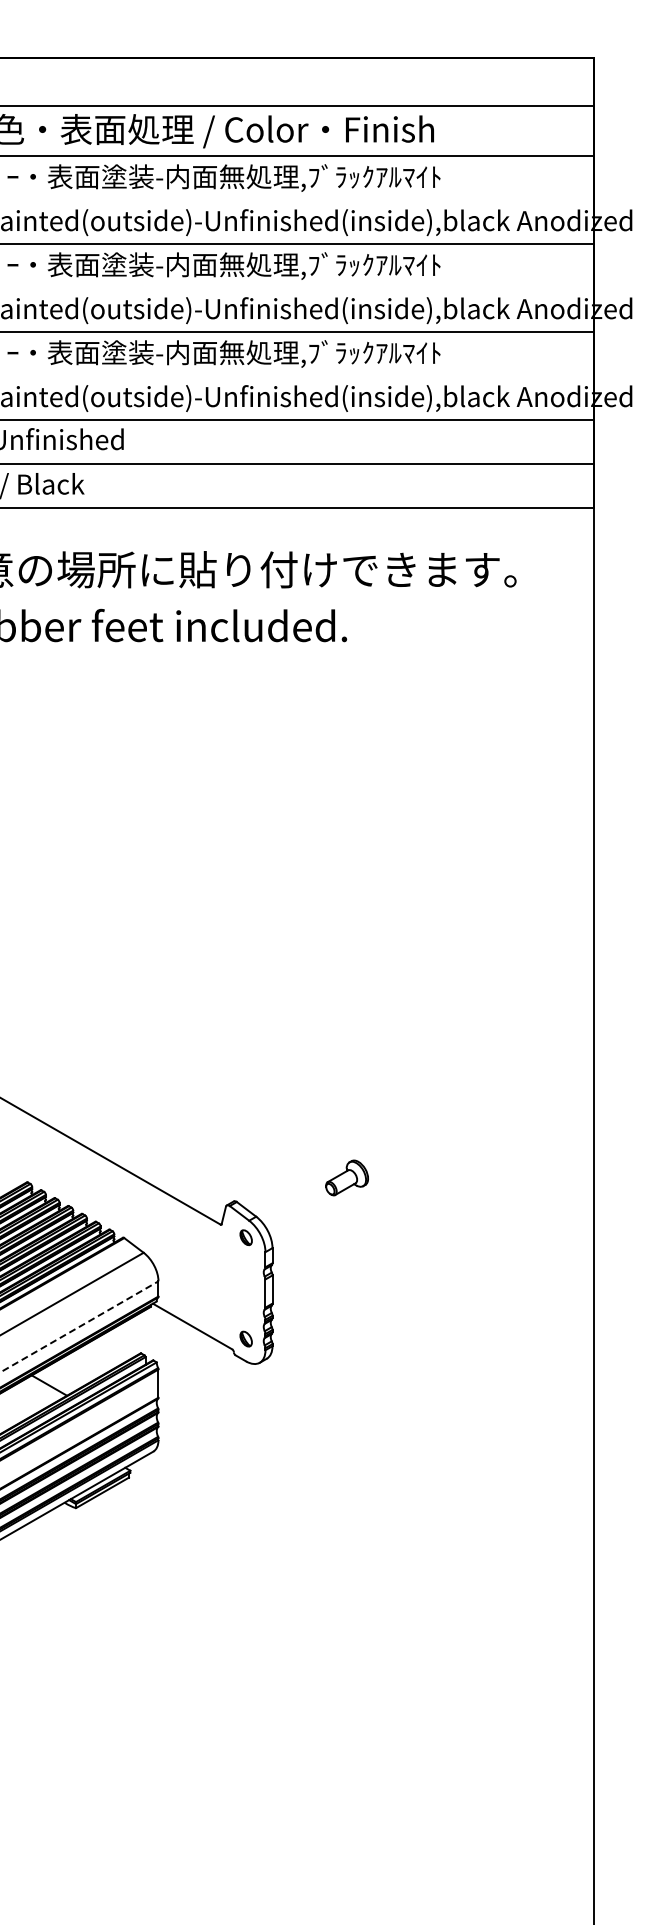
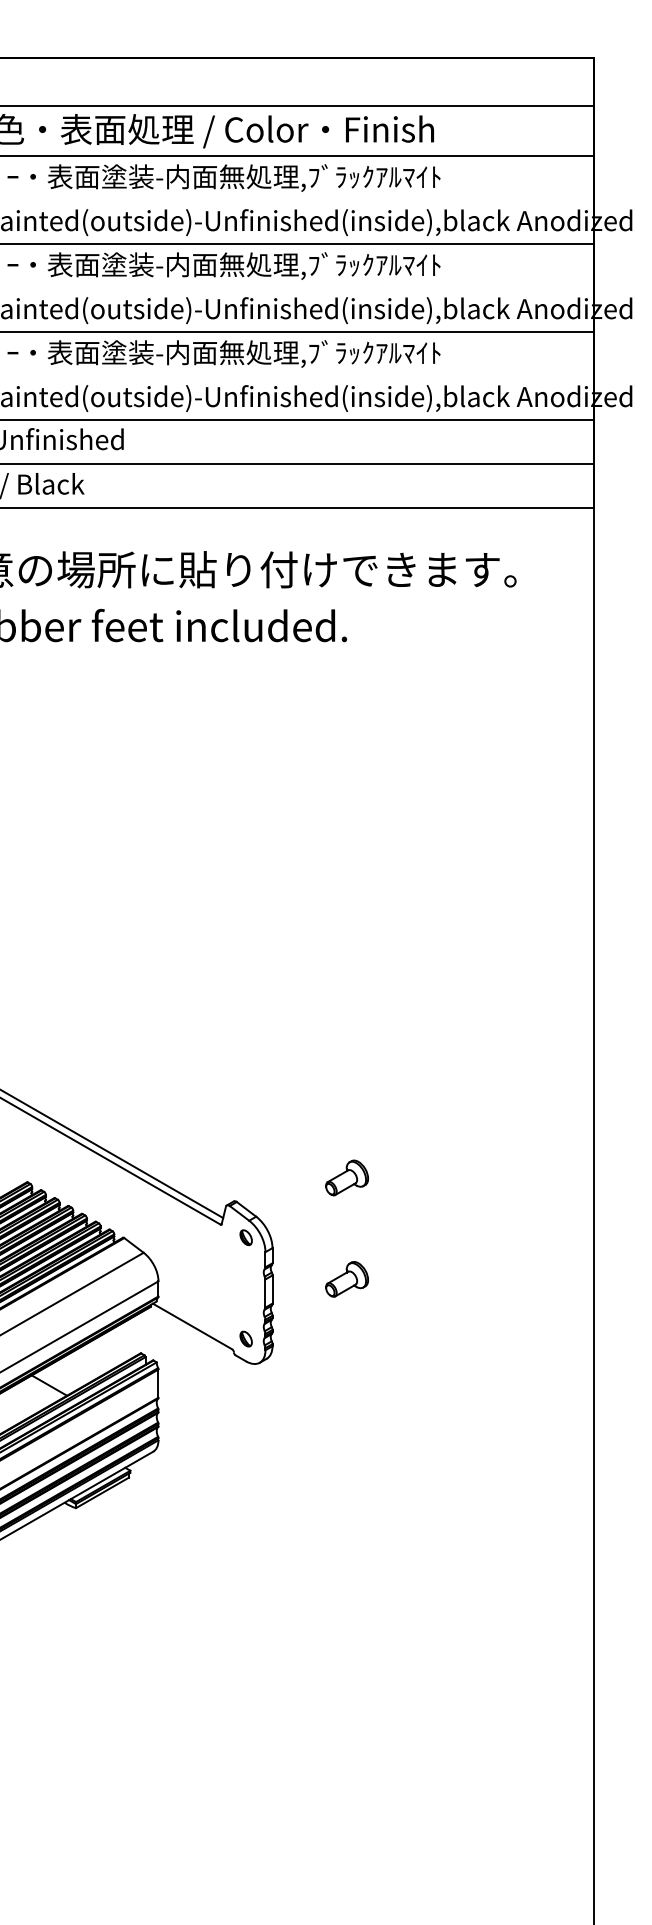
line at (112, 1154): none -> present
part at (346, 1279): none -> present
line at (79, 1326): dashed -> solid
